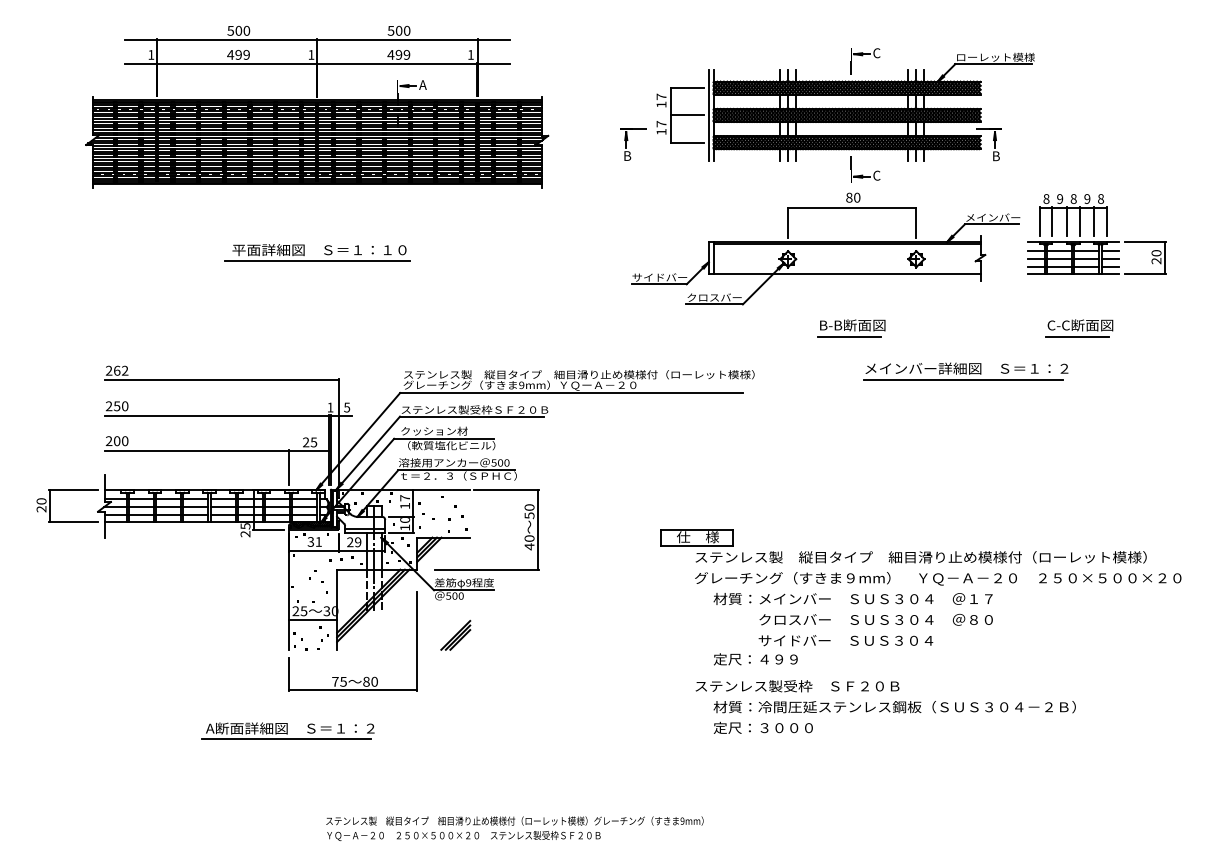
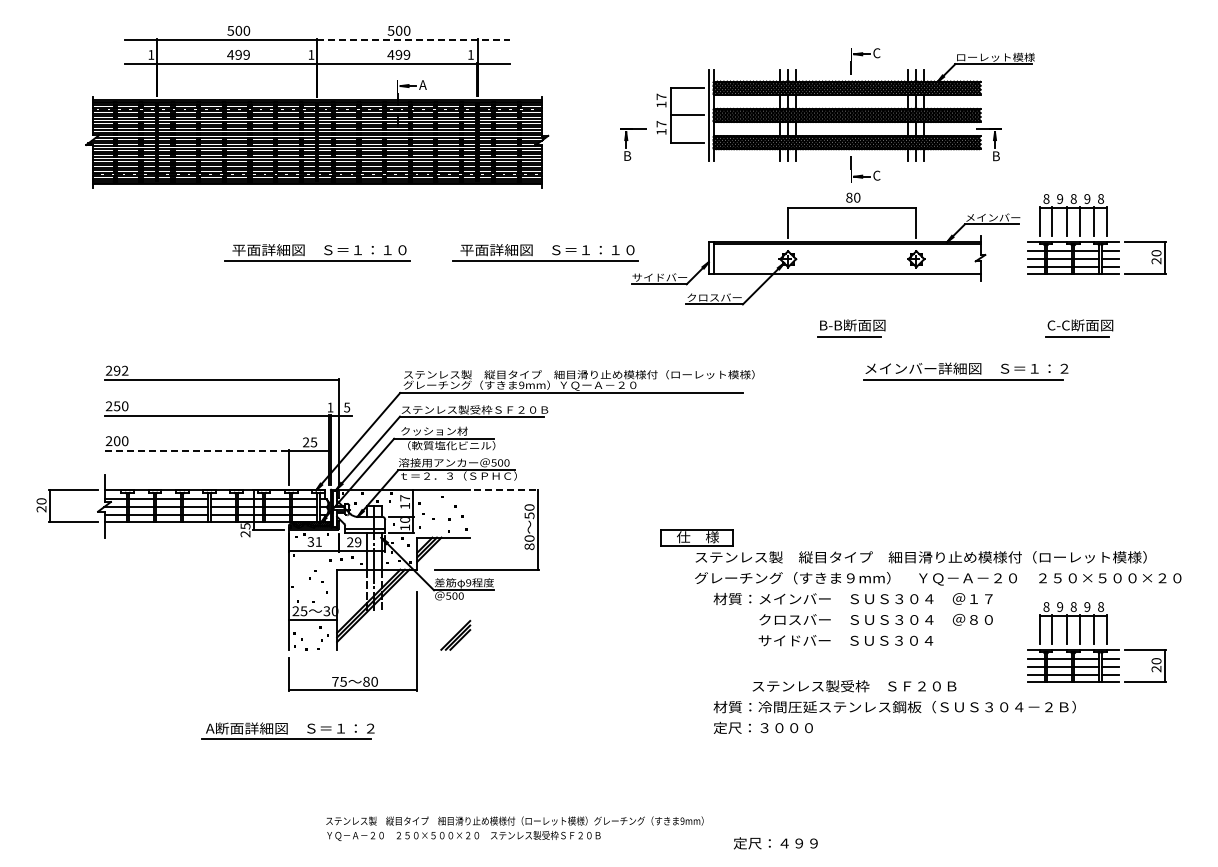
line at (414, 39): solid -> dashed
part at (552, 253): none -> present
text at (116, 370): 262 -> 292
line at (197, 450): solid -> dashed
line at (506, 489): solid -> dashed
text at (529, 546): 40 -> 80
part at (1096, 642): none -> present
text at (755, 659) position: (755, 659) -> (775, 843)
text at (797, 686) position: (797, 686) -> (854, 686)
